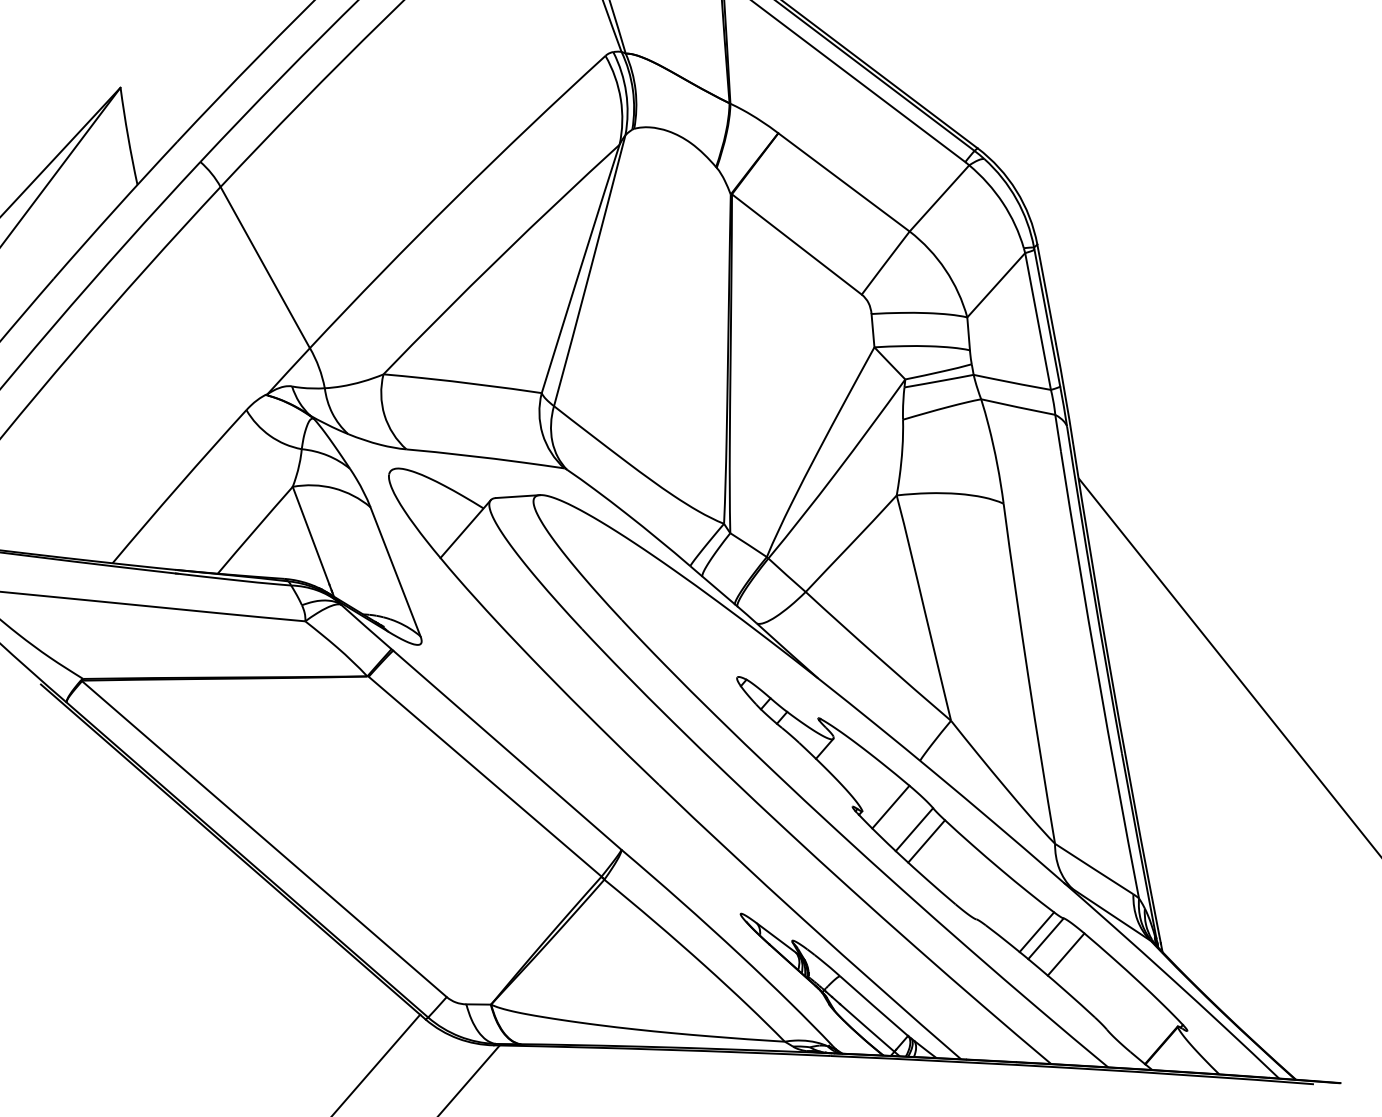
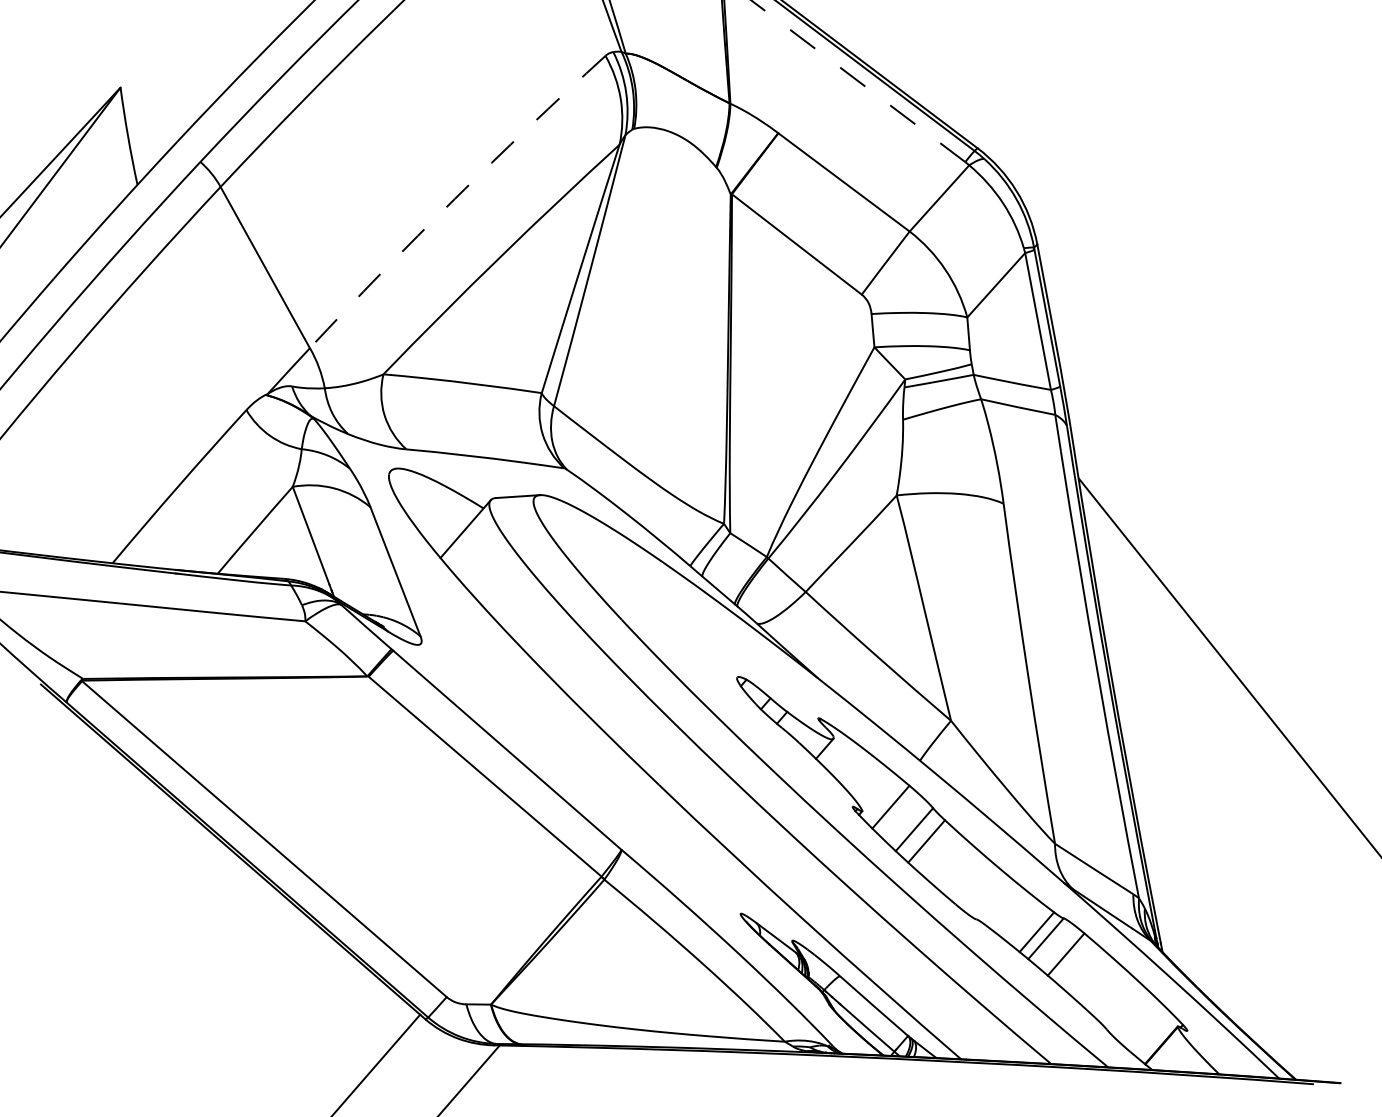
line at (857, 80): solid -> dashed
arc at (454, 199): solid -> dashed
